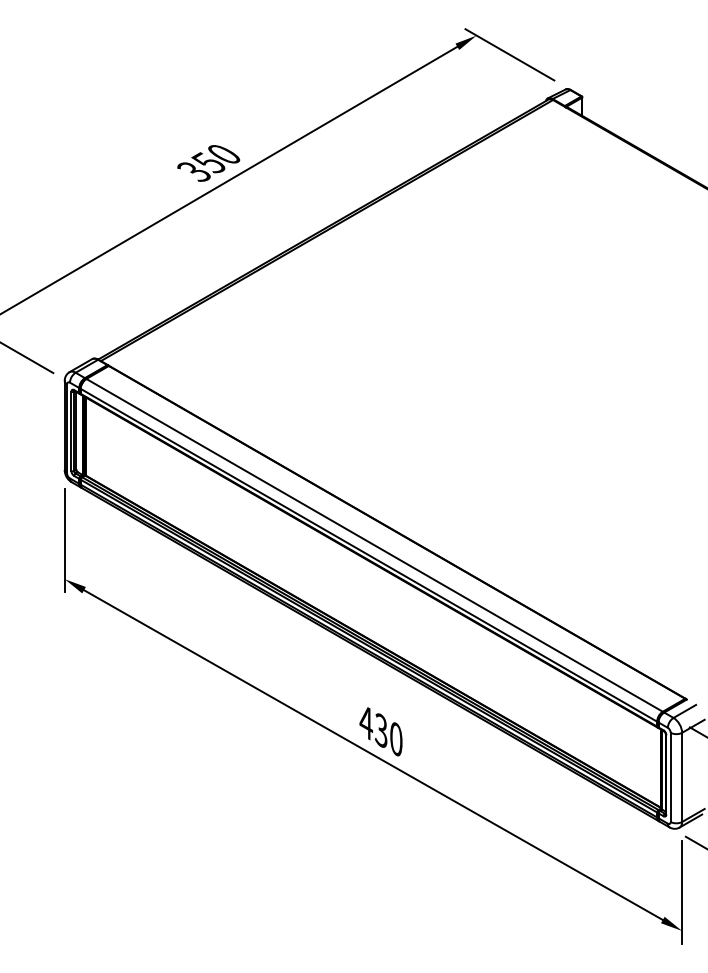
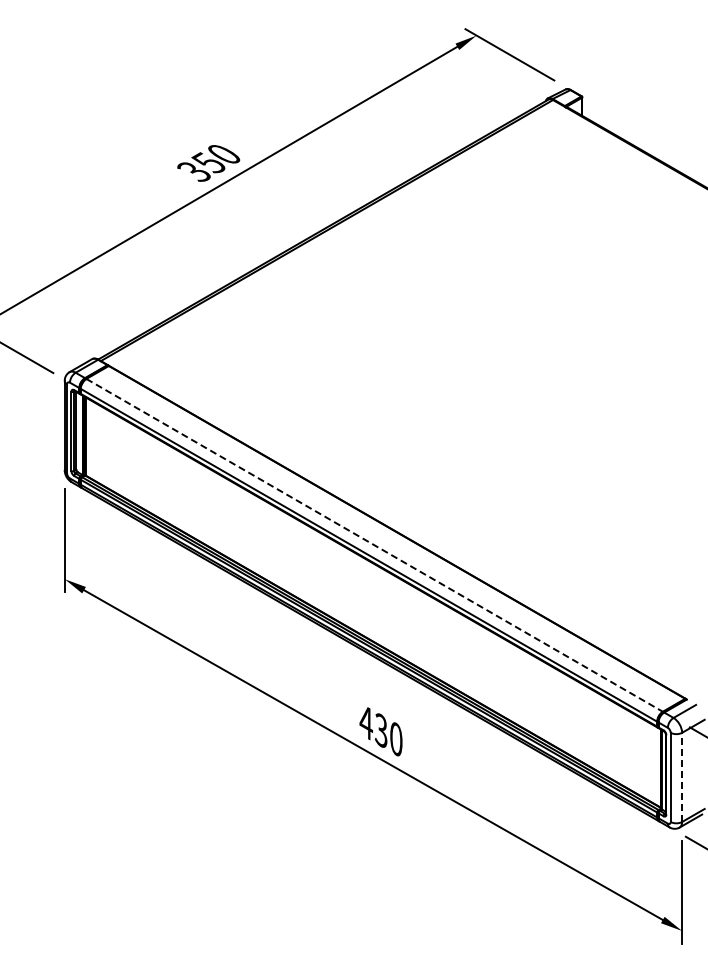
line at (374, 545): solid -> dashed
line at (682, 777): solid -> dashed
